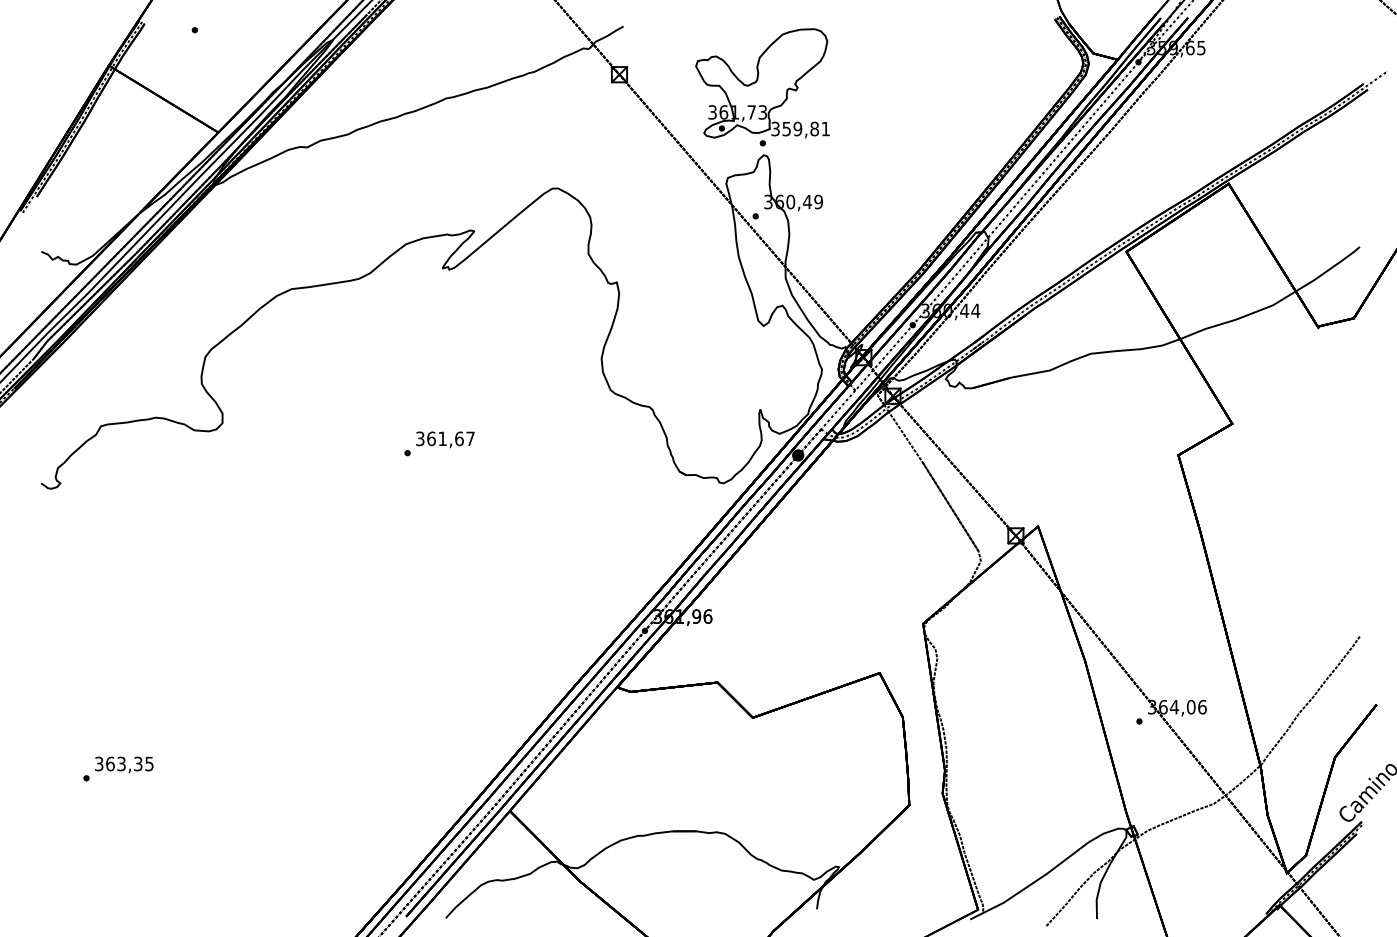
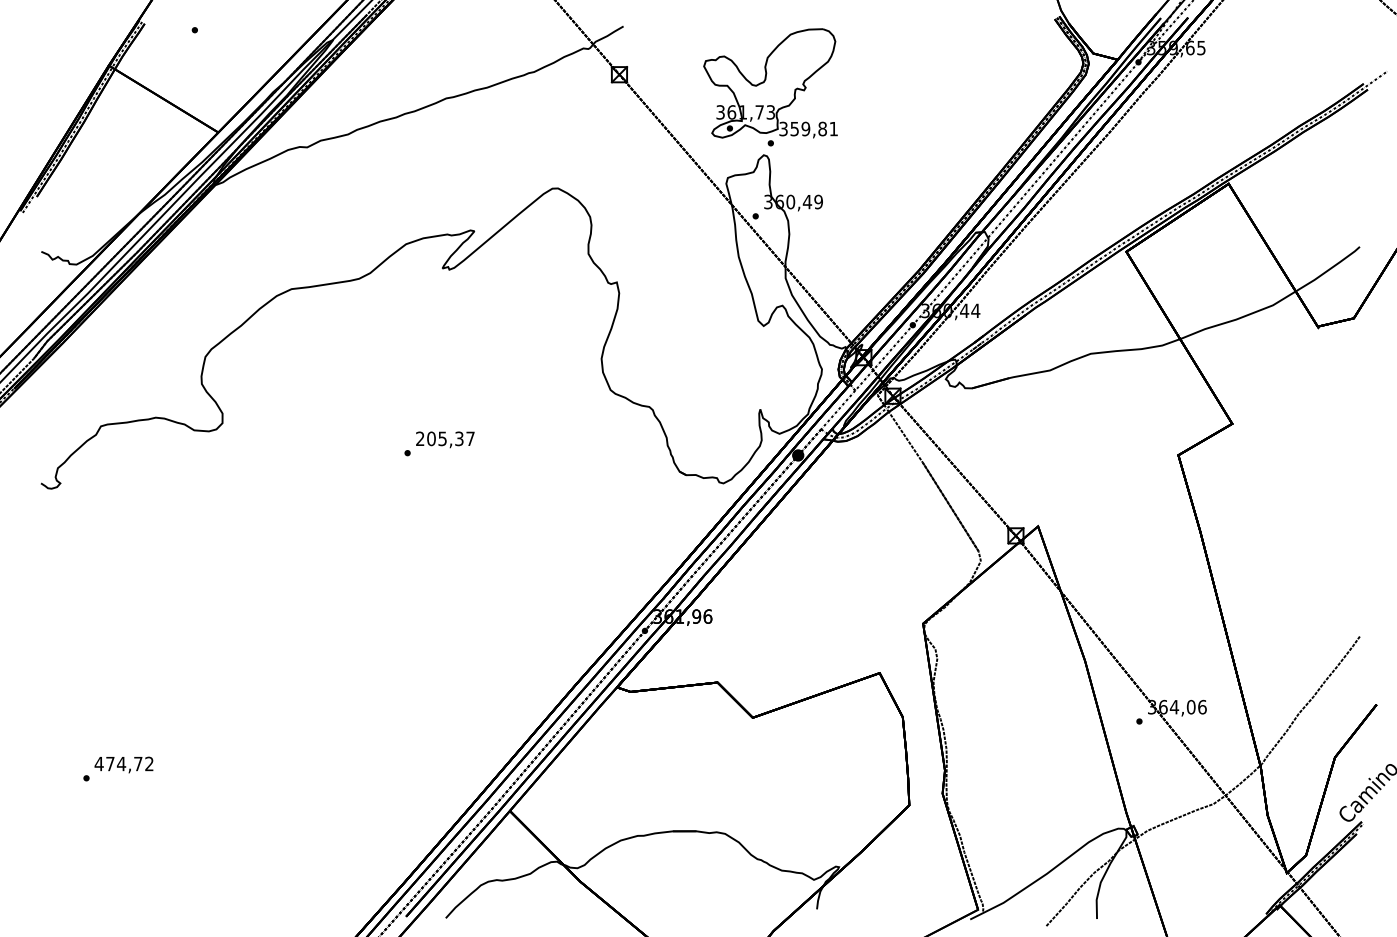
part at (762, 87) position: (762, 87) -> (770, 87)
text at (439, 438): 361,67 -> 205,37
text at (123, 763): 363,35 -> 474,72
